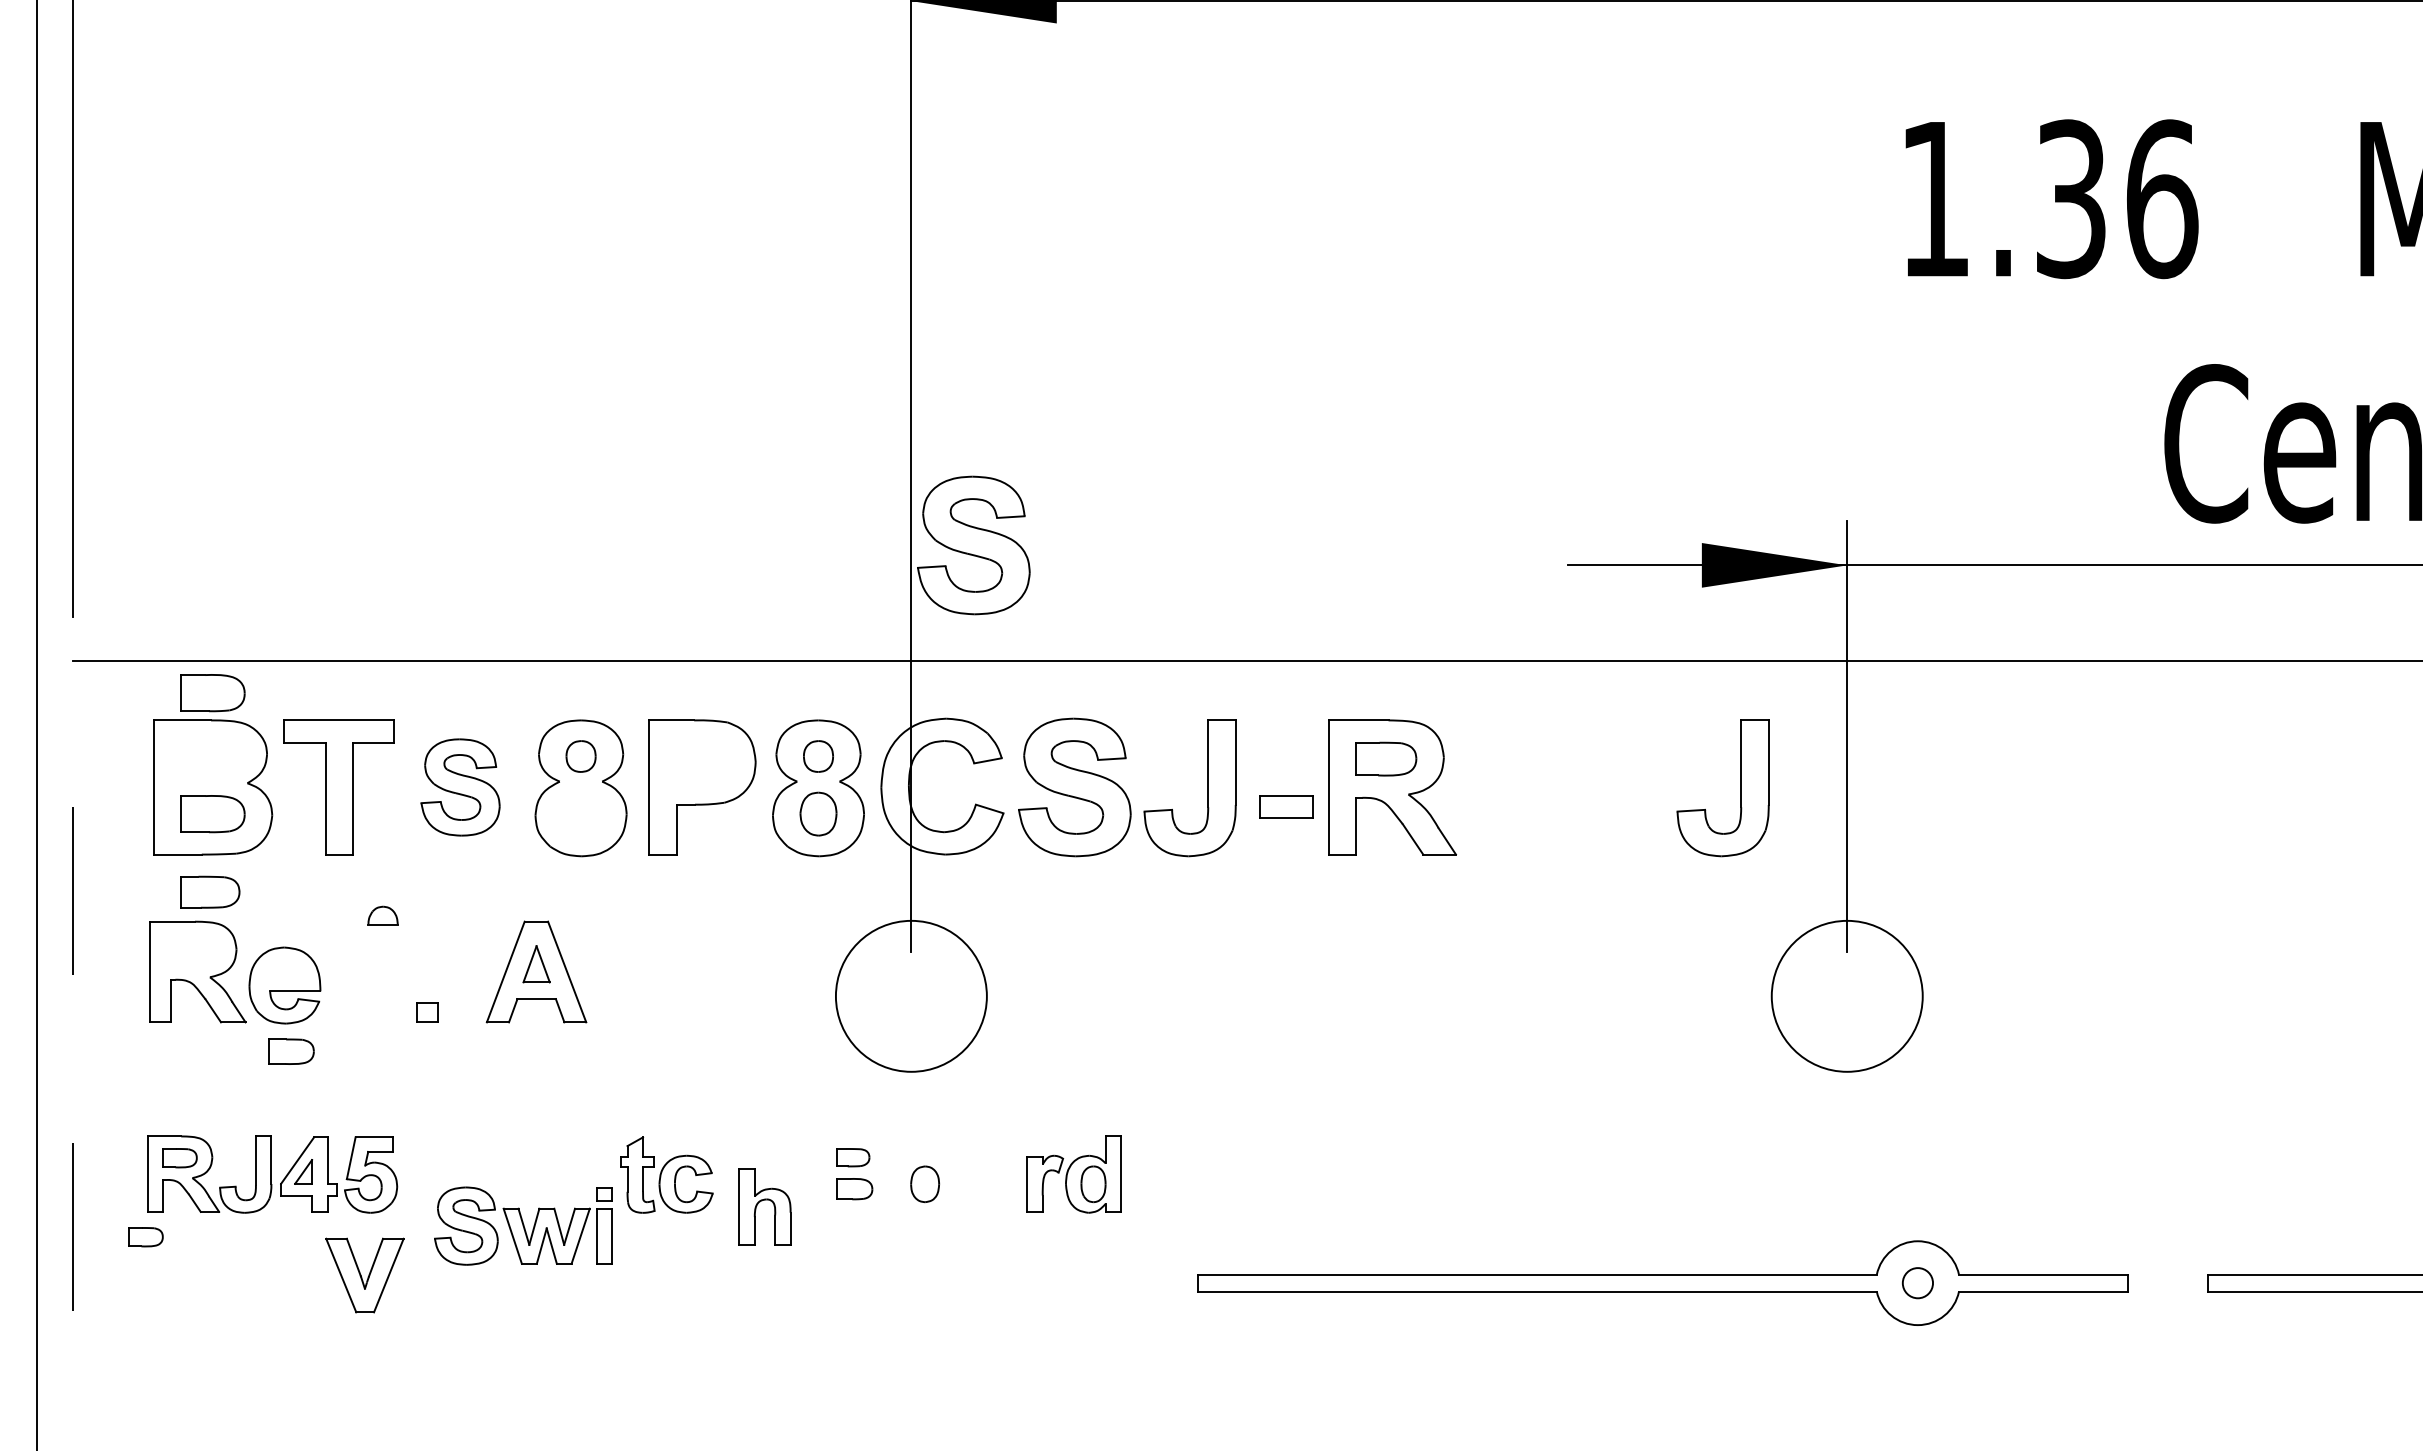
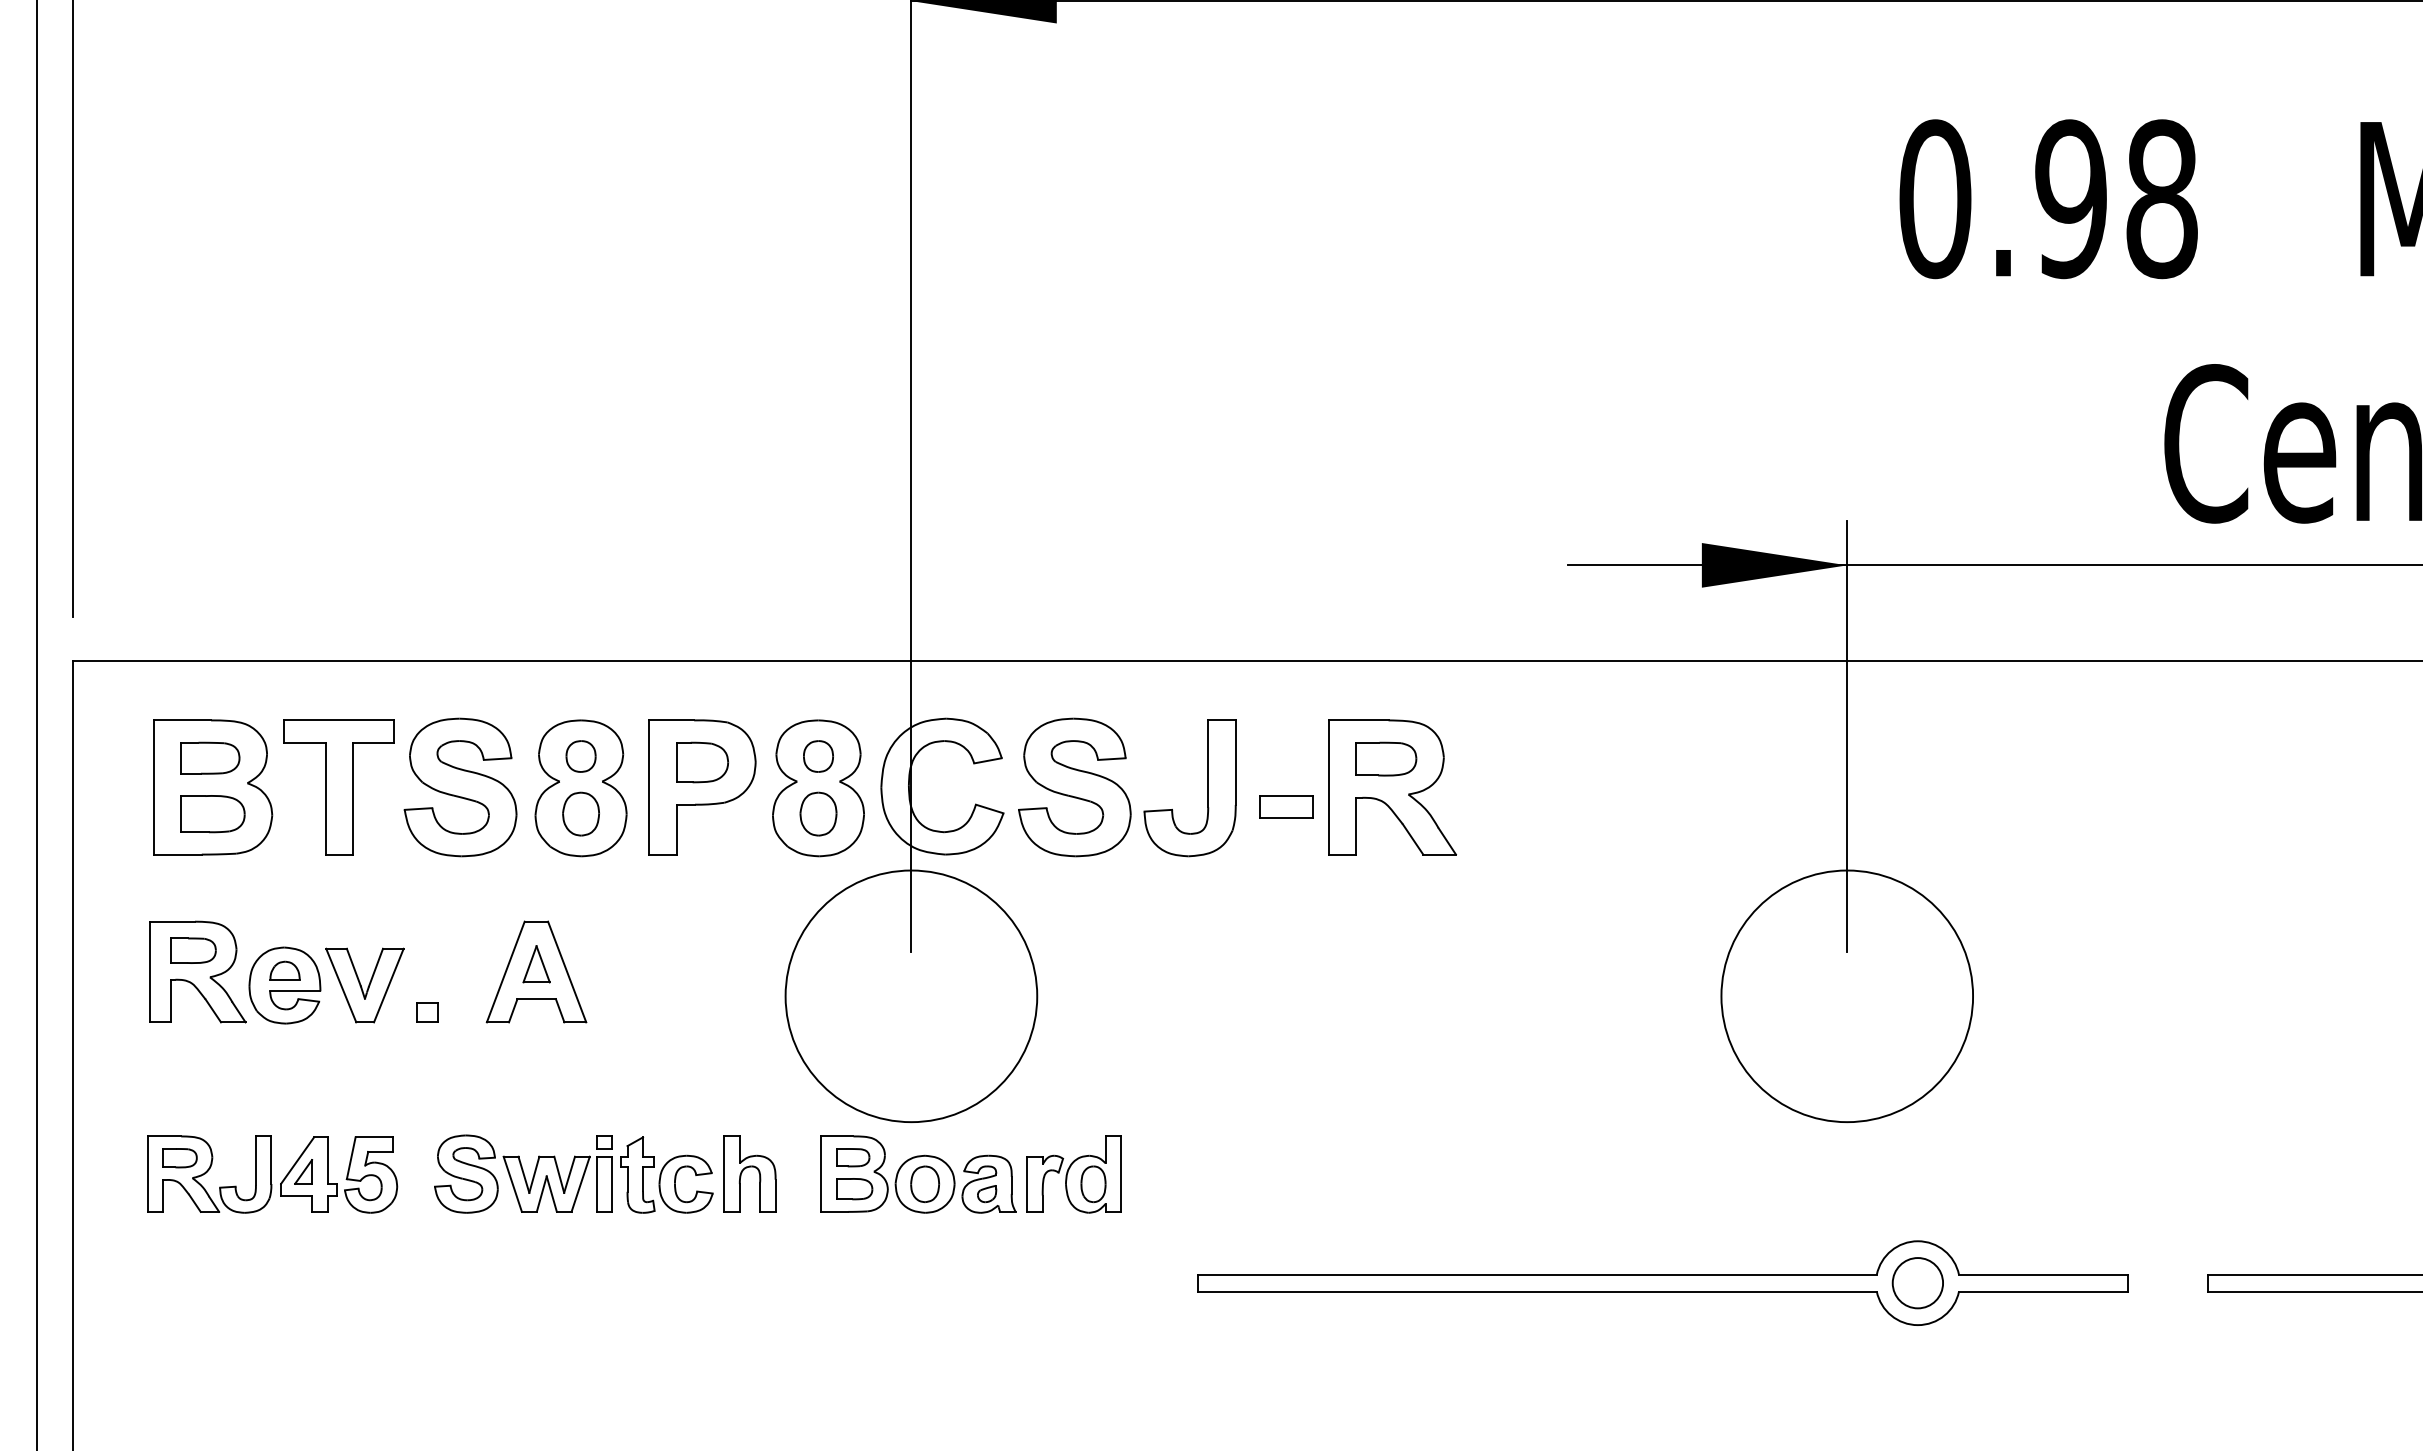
text at (2048, 199): 1.36 -> 0.98
part at (973, 545): present -> none
part at (212, 693): present -> none
part at (702, 762): none -> present
part at (460, 787) size: 81x99 px -> 115x141 px
part at (1740, 788): present -> none
part at (580, 813): none -> present
part at (210, 891) position: (210, 891) -> (210, 757)
part at (382, 915) position: (382, 915) -> (284, 970)
circle at (910, 995) diameter: 151 px -> 252 px
circle at (1846, 995) diameter: 151 px -> 252 px
part at (291, 1051) position: (291, 1051) -> (193, 950)
line at (72, 1055): dashed -> solid
part at (918, 1174): none -> present
part at (764, 1206) position: (764, 1206) -> (749, 1173)
part at (523, 1225) position: (523, 1225) -> (523, 1173)
part at (145, 1237): present -> none
part at (364, 1275) position: (364, 1275) -> (364, 985)
circle at (1917, 1283) diameter: 30 px -> 50 px
